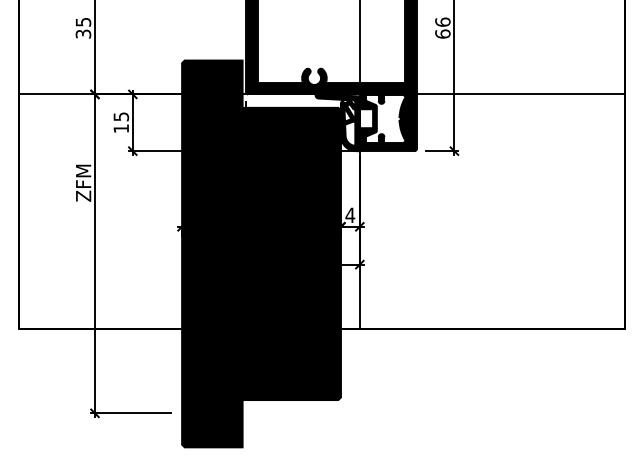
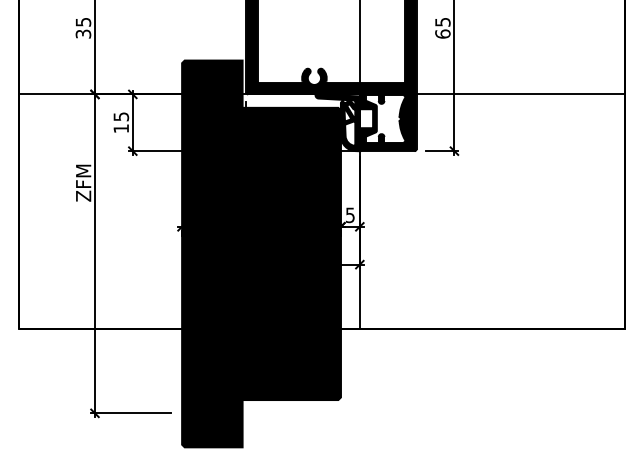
text at (442, 21): 66 -> 65
text at (350, 215): 4 -> 5
